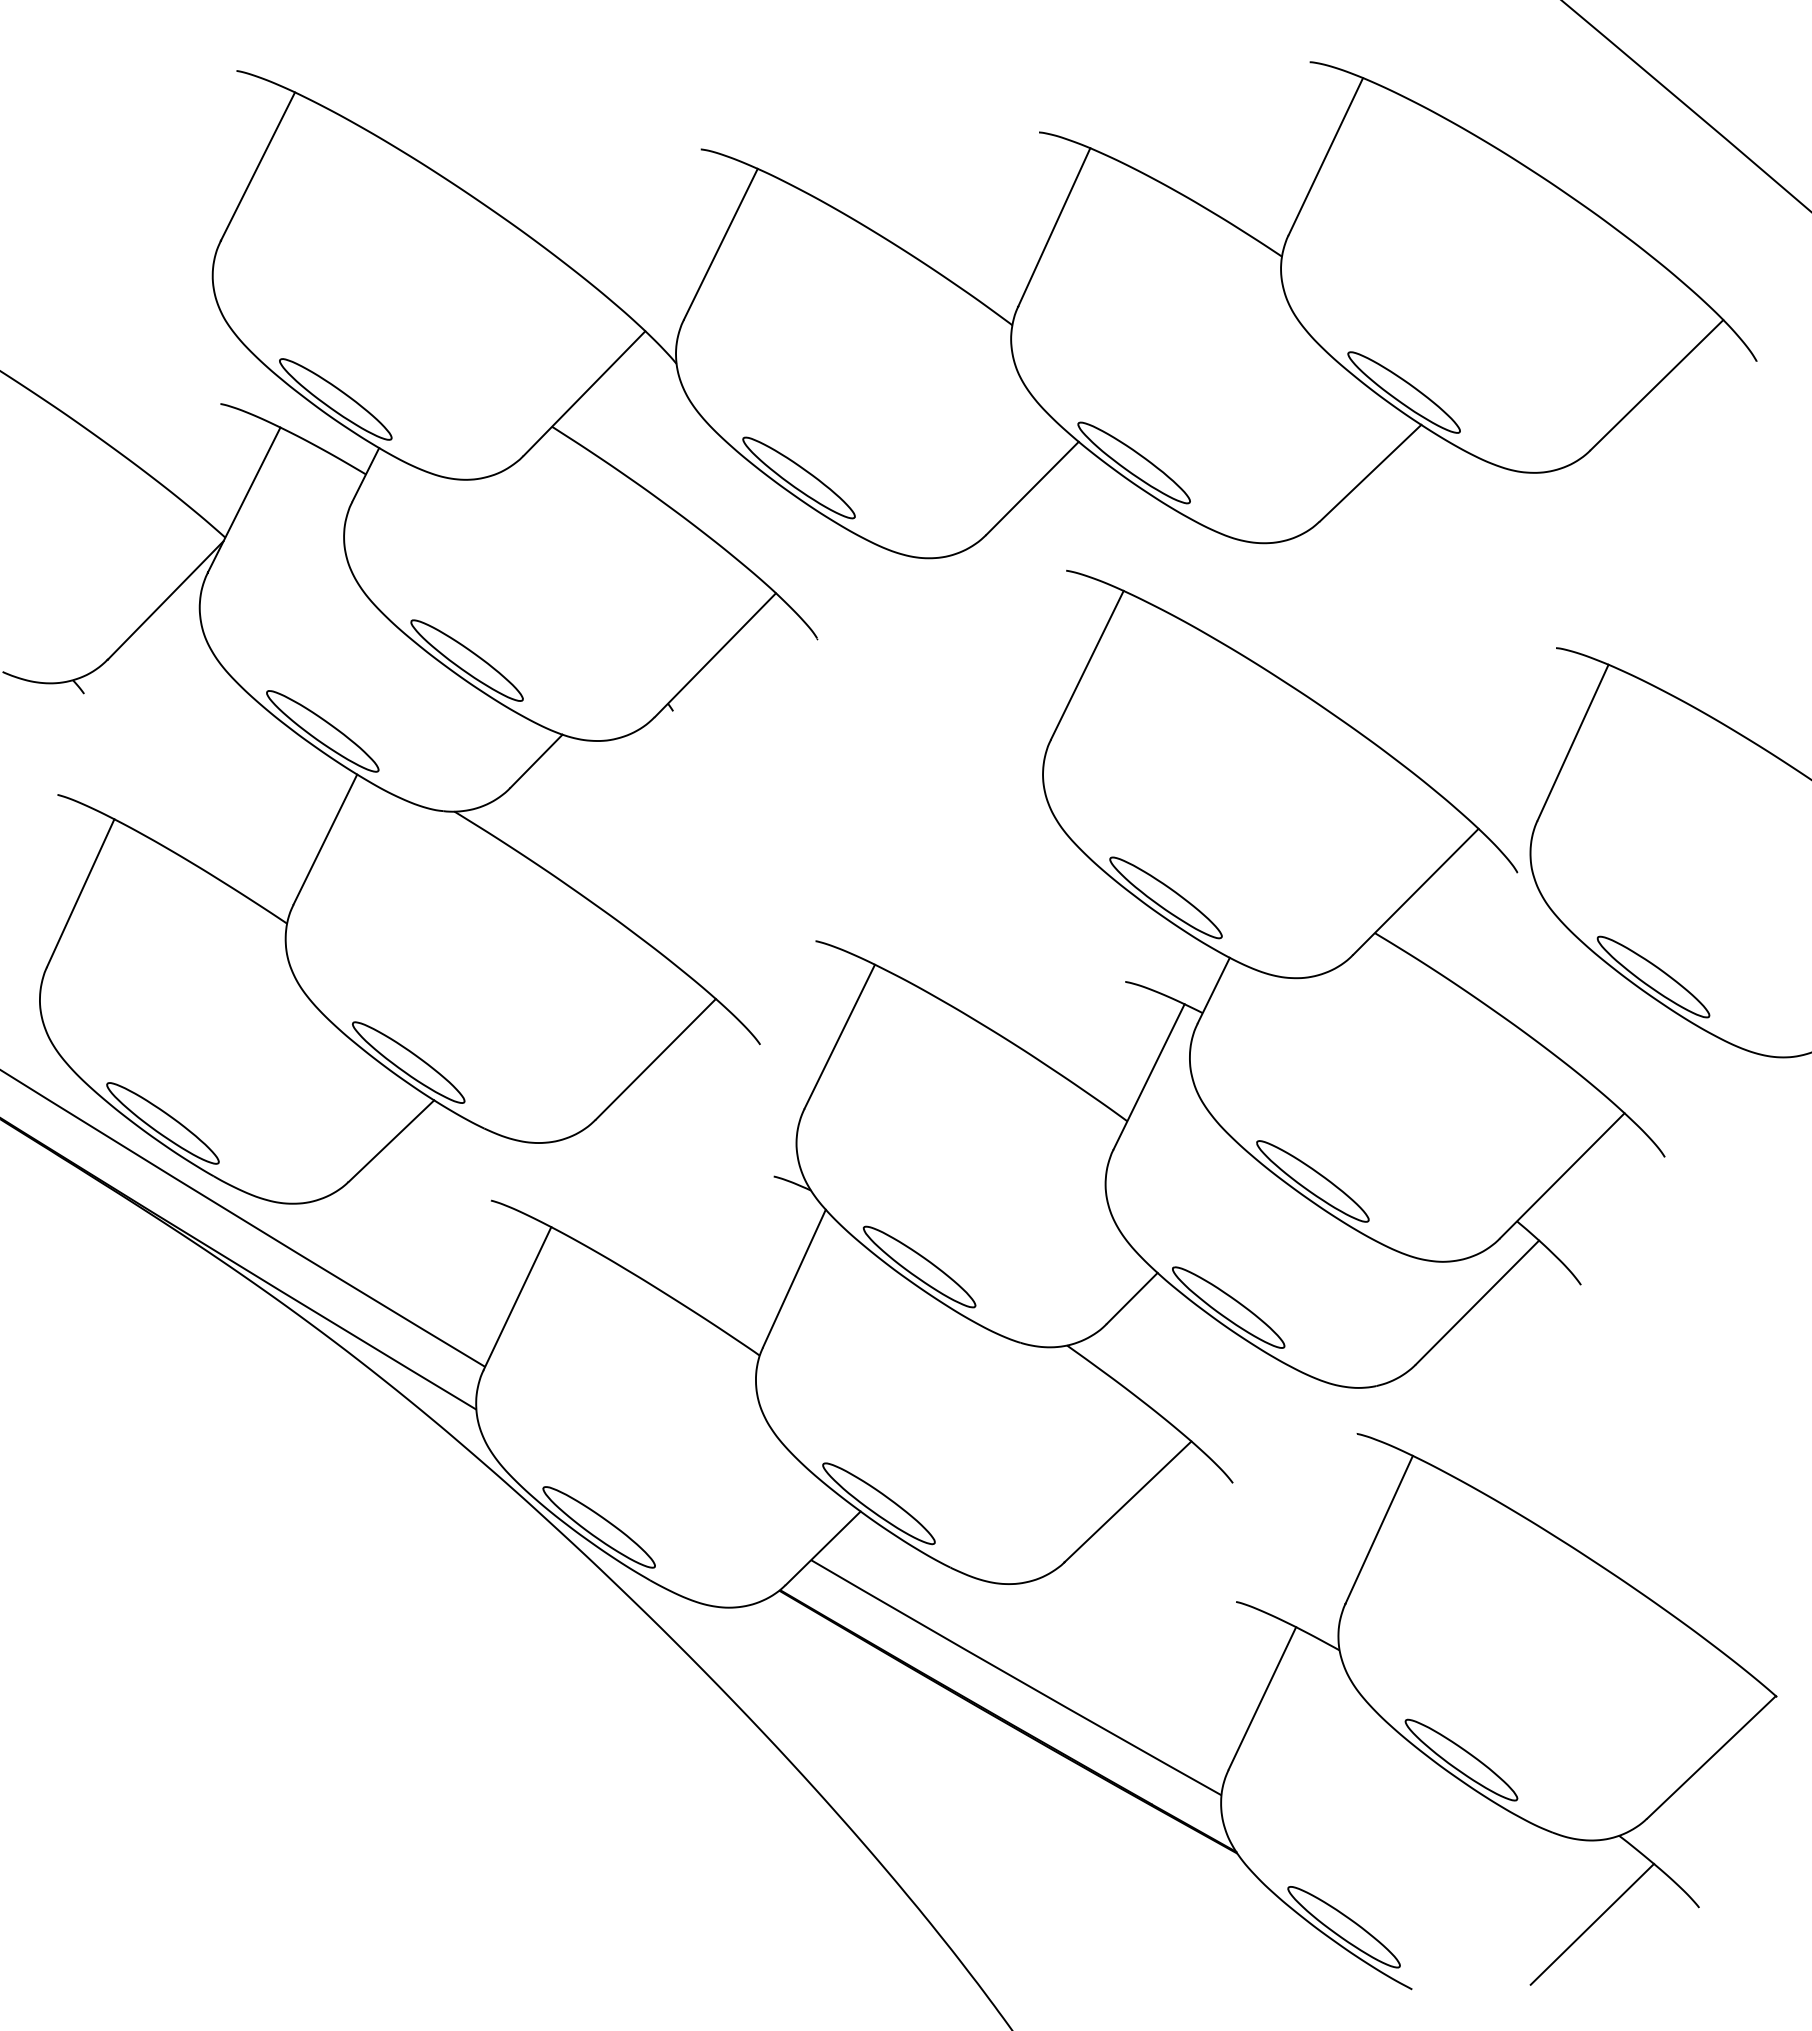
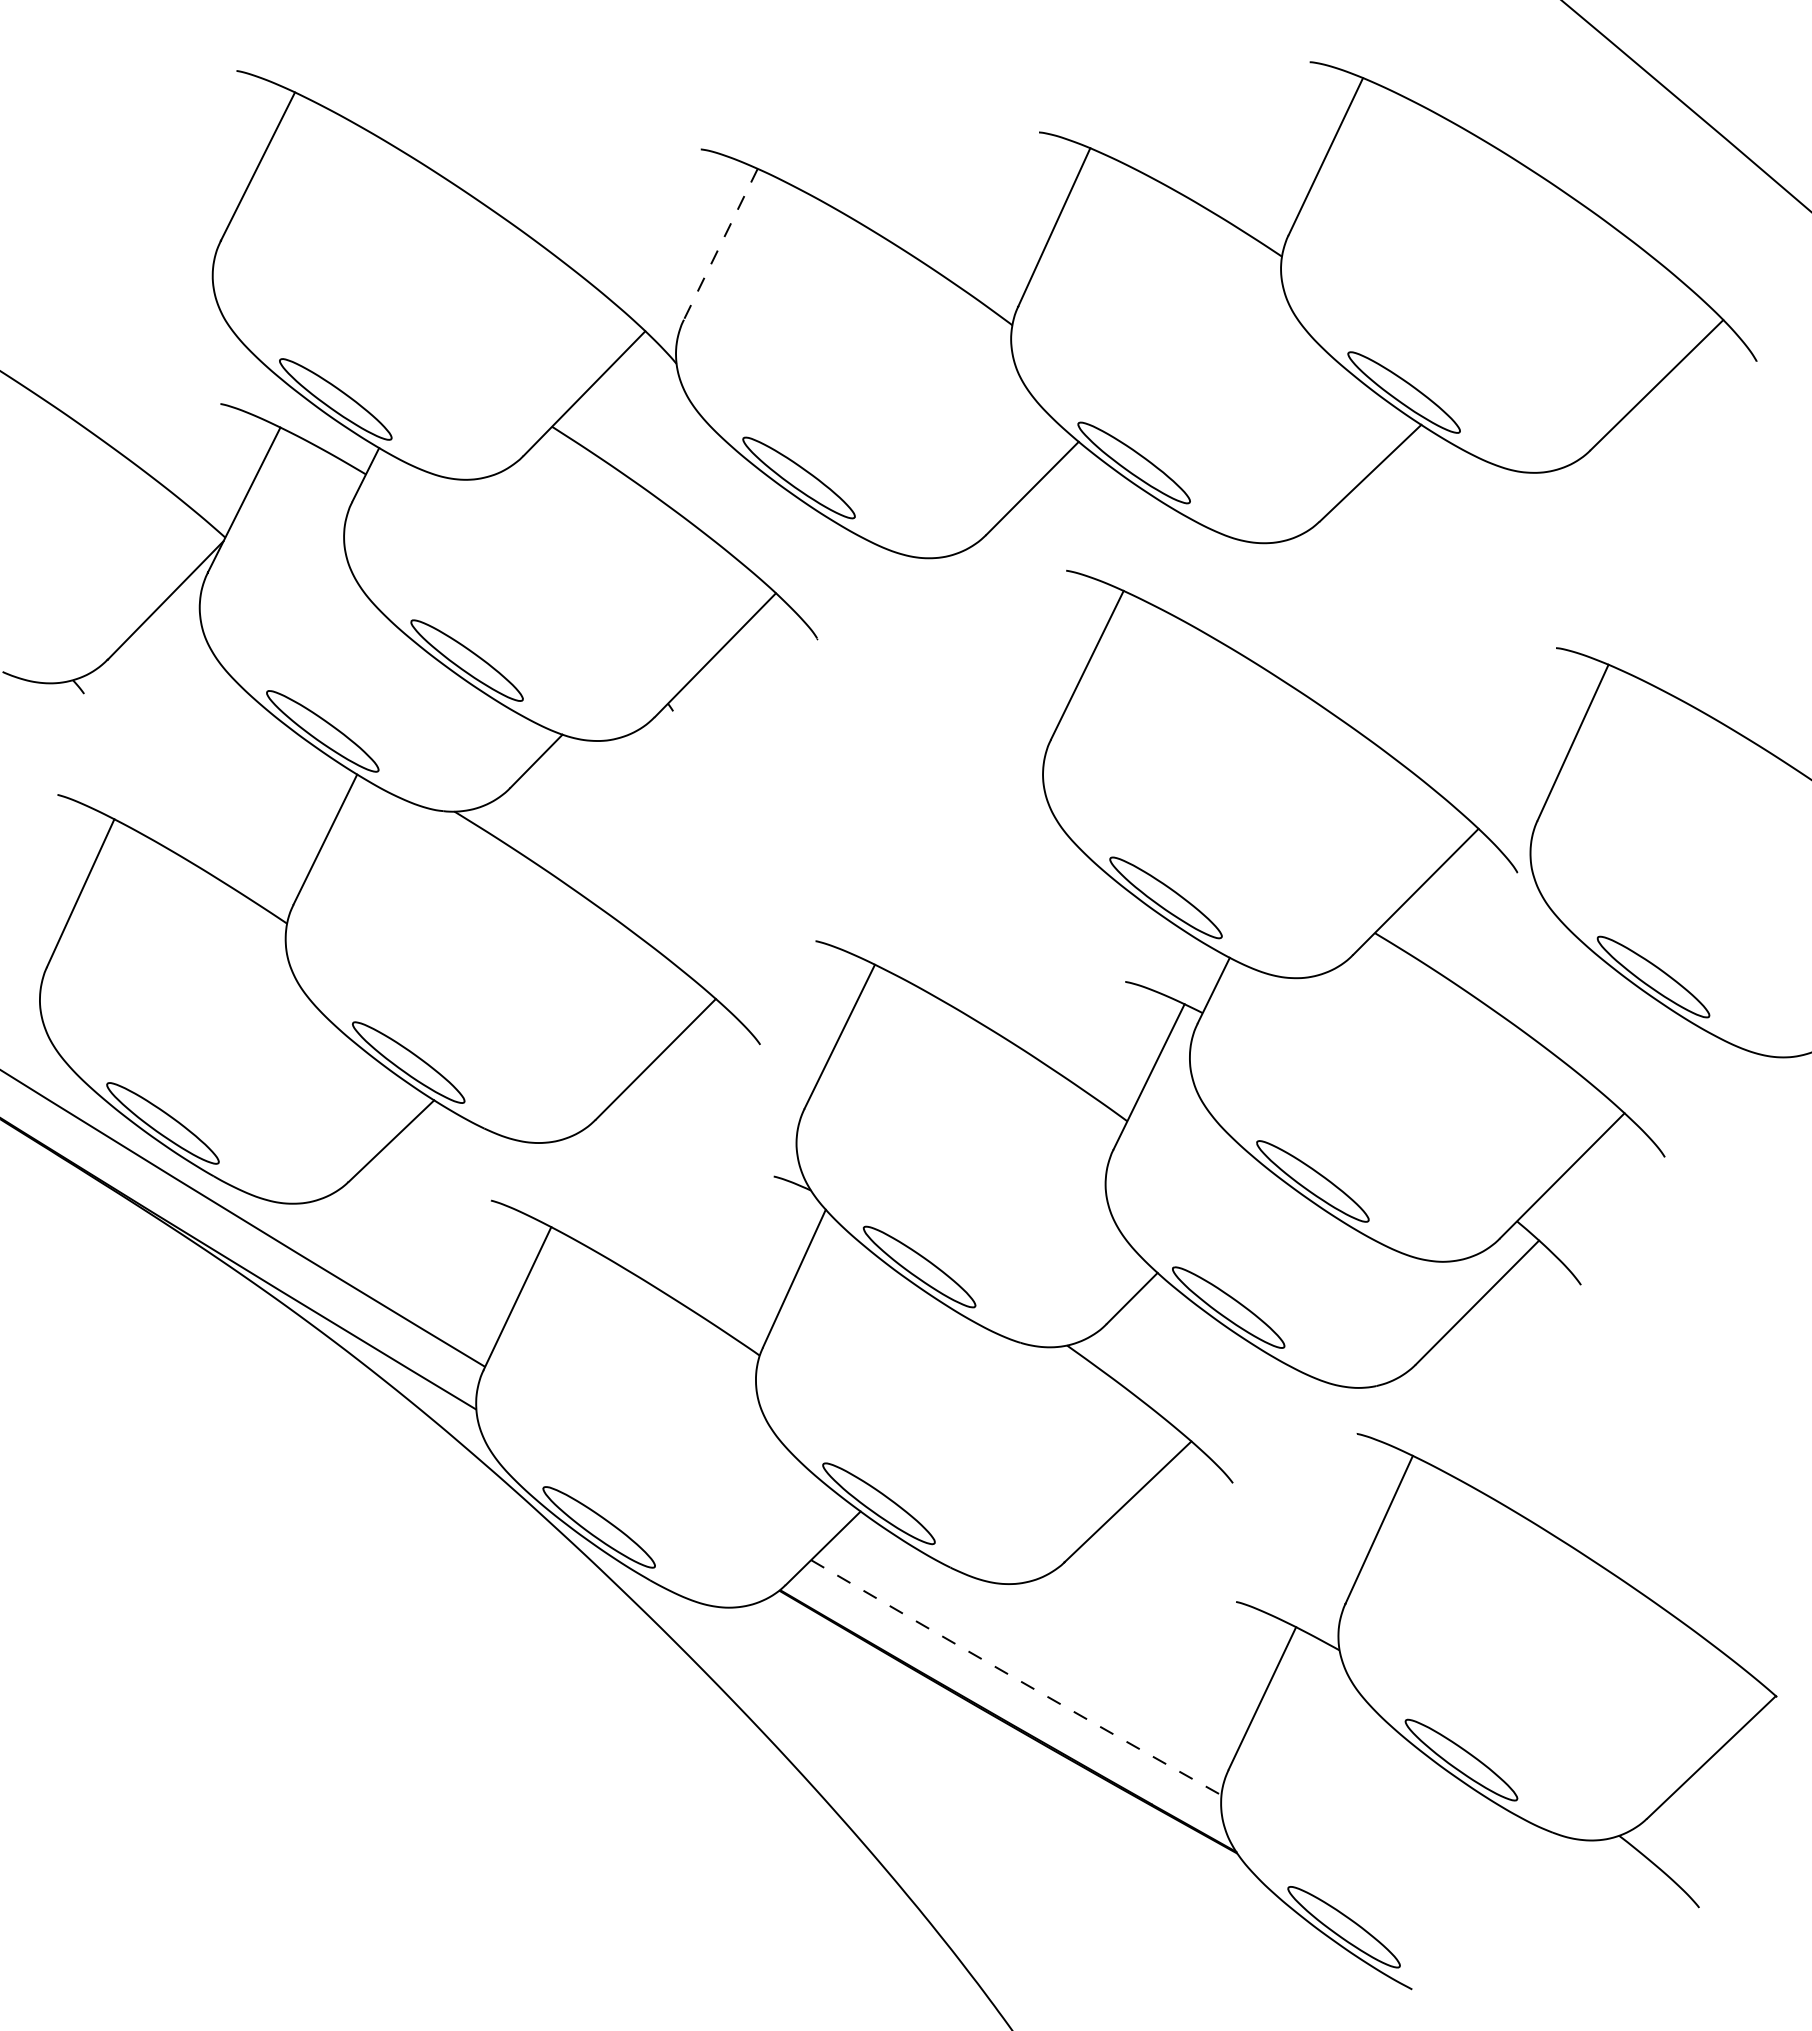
line at (720, 244): solid -> dashed
arc at (1015, 1678): solid -> dashed
line at (1592, 1923): present -> none
